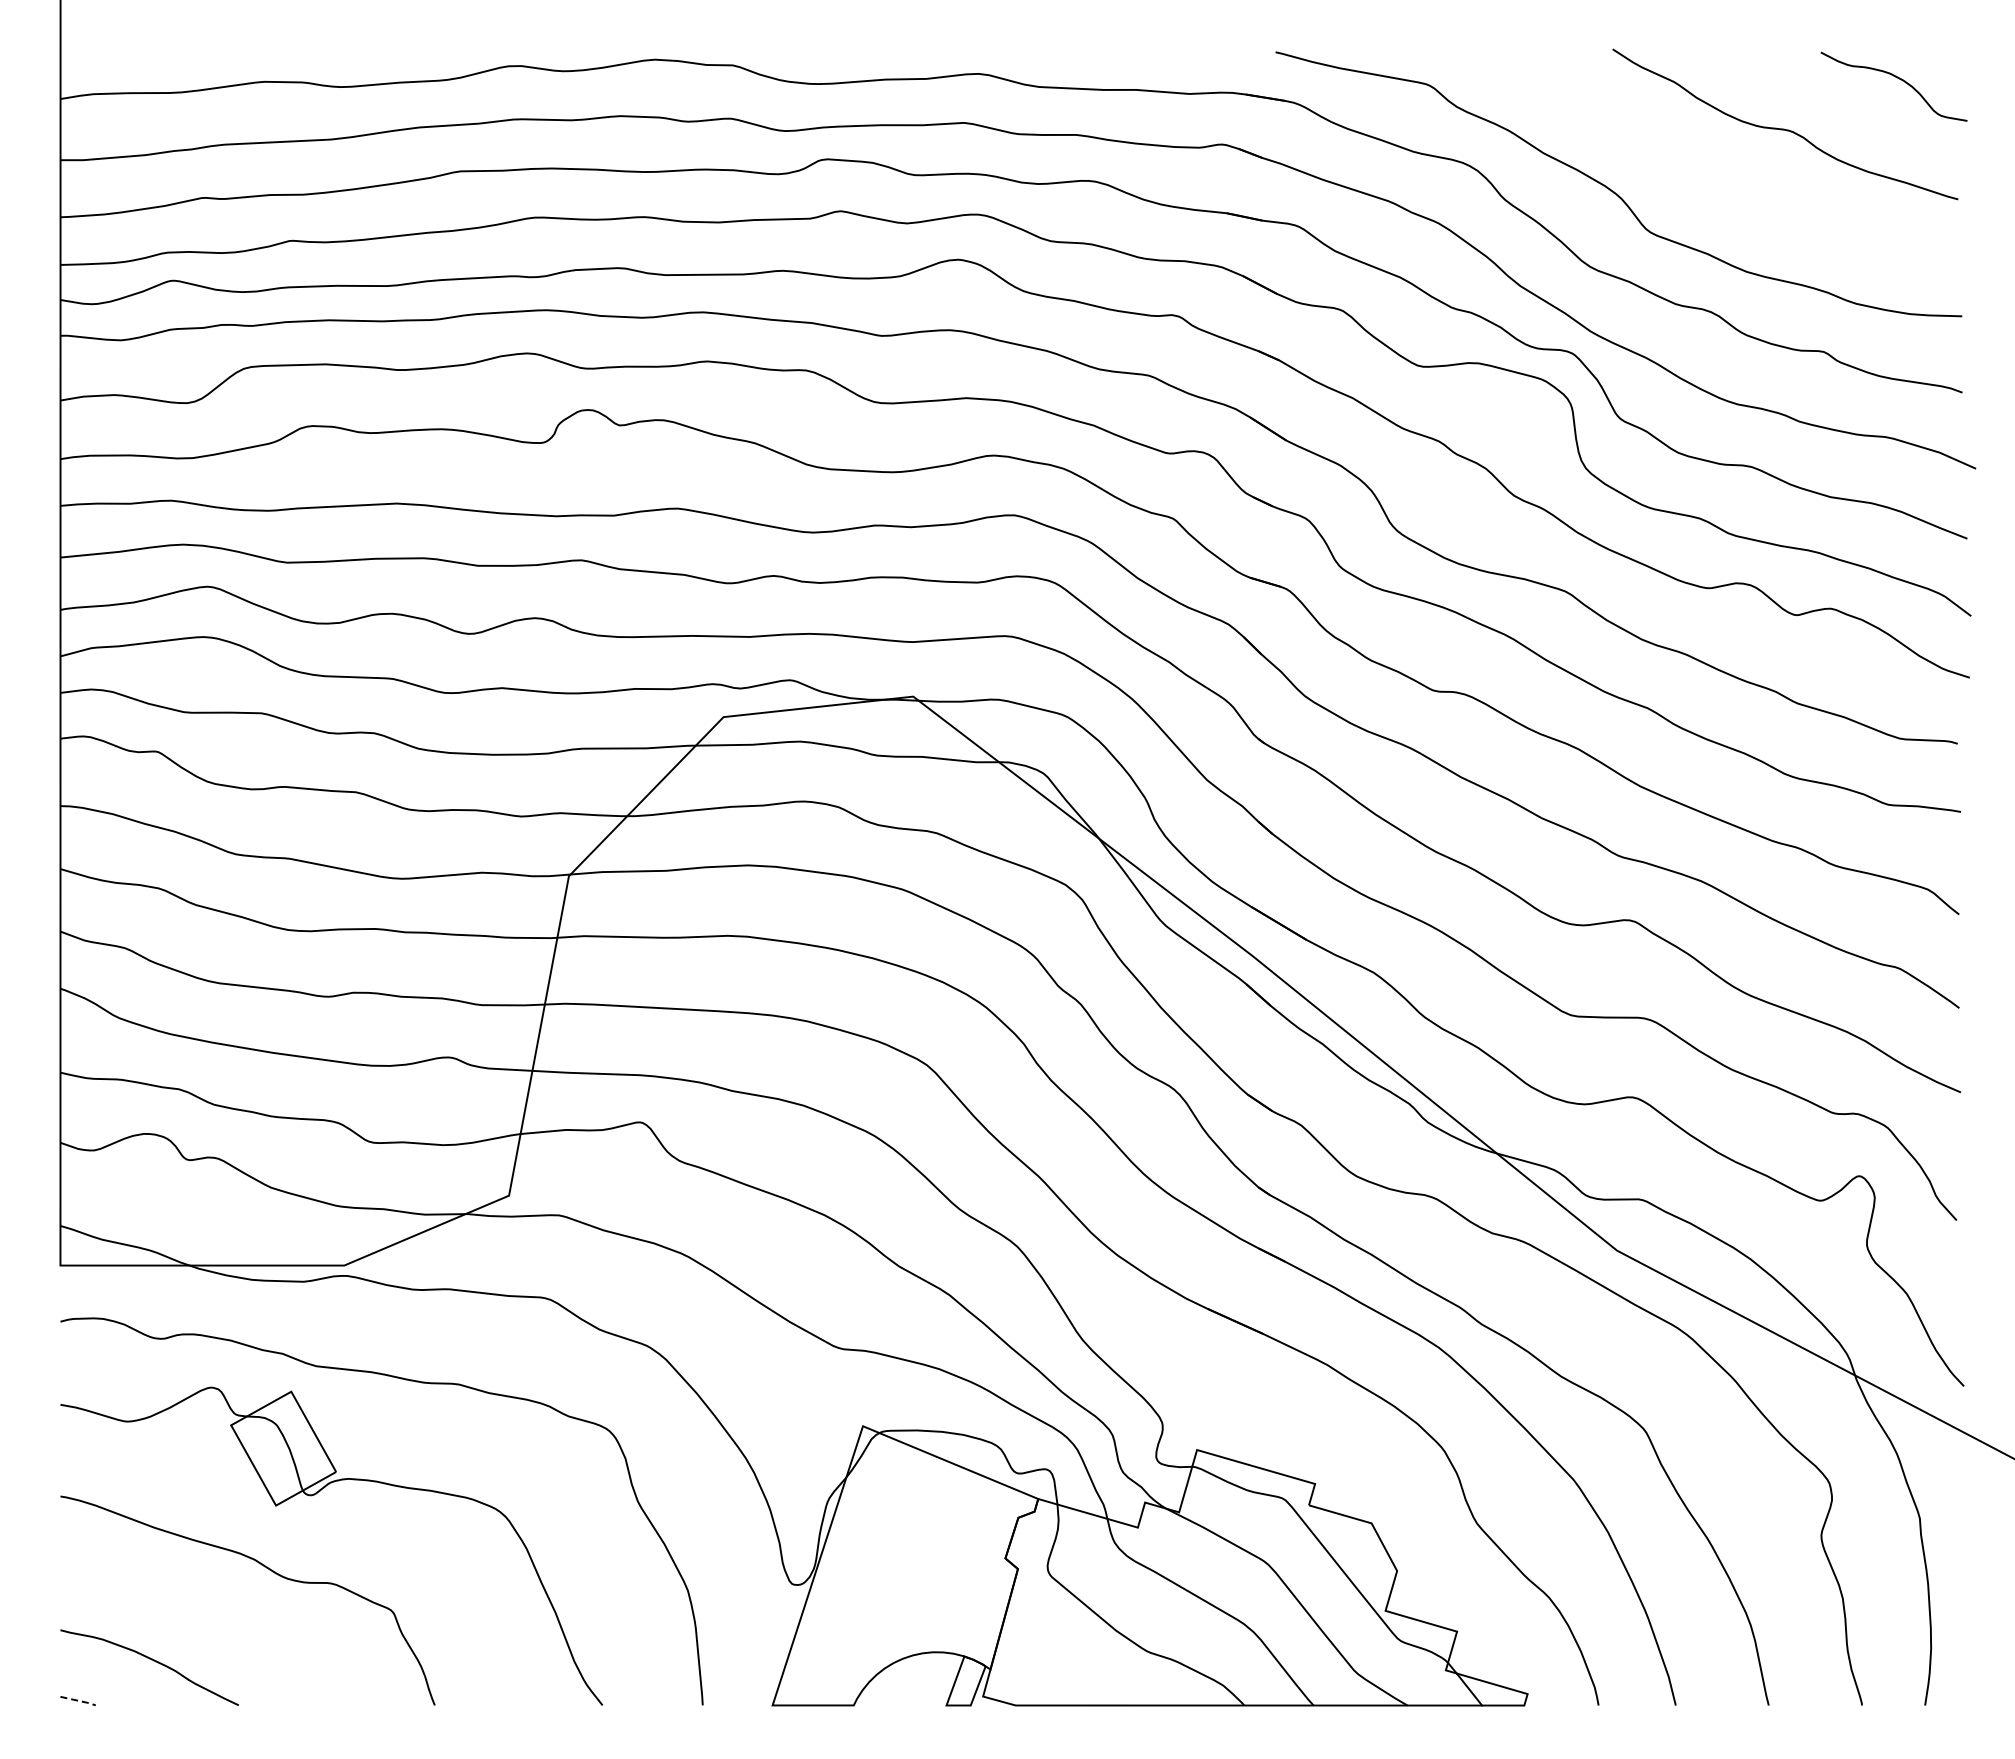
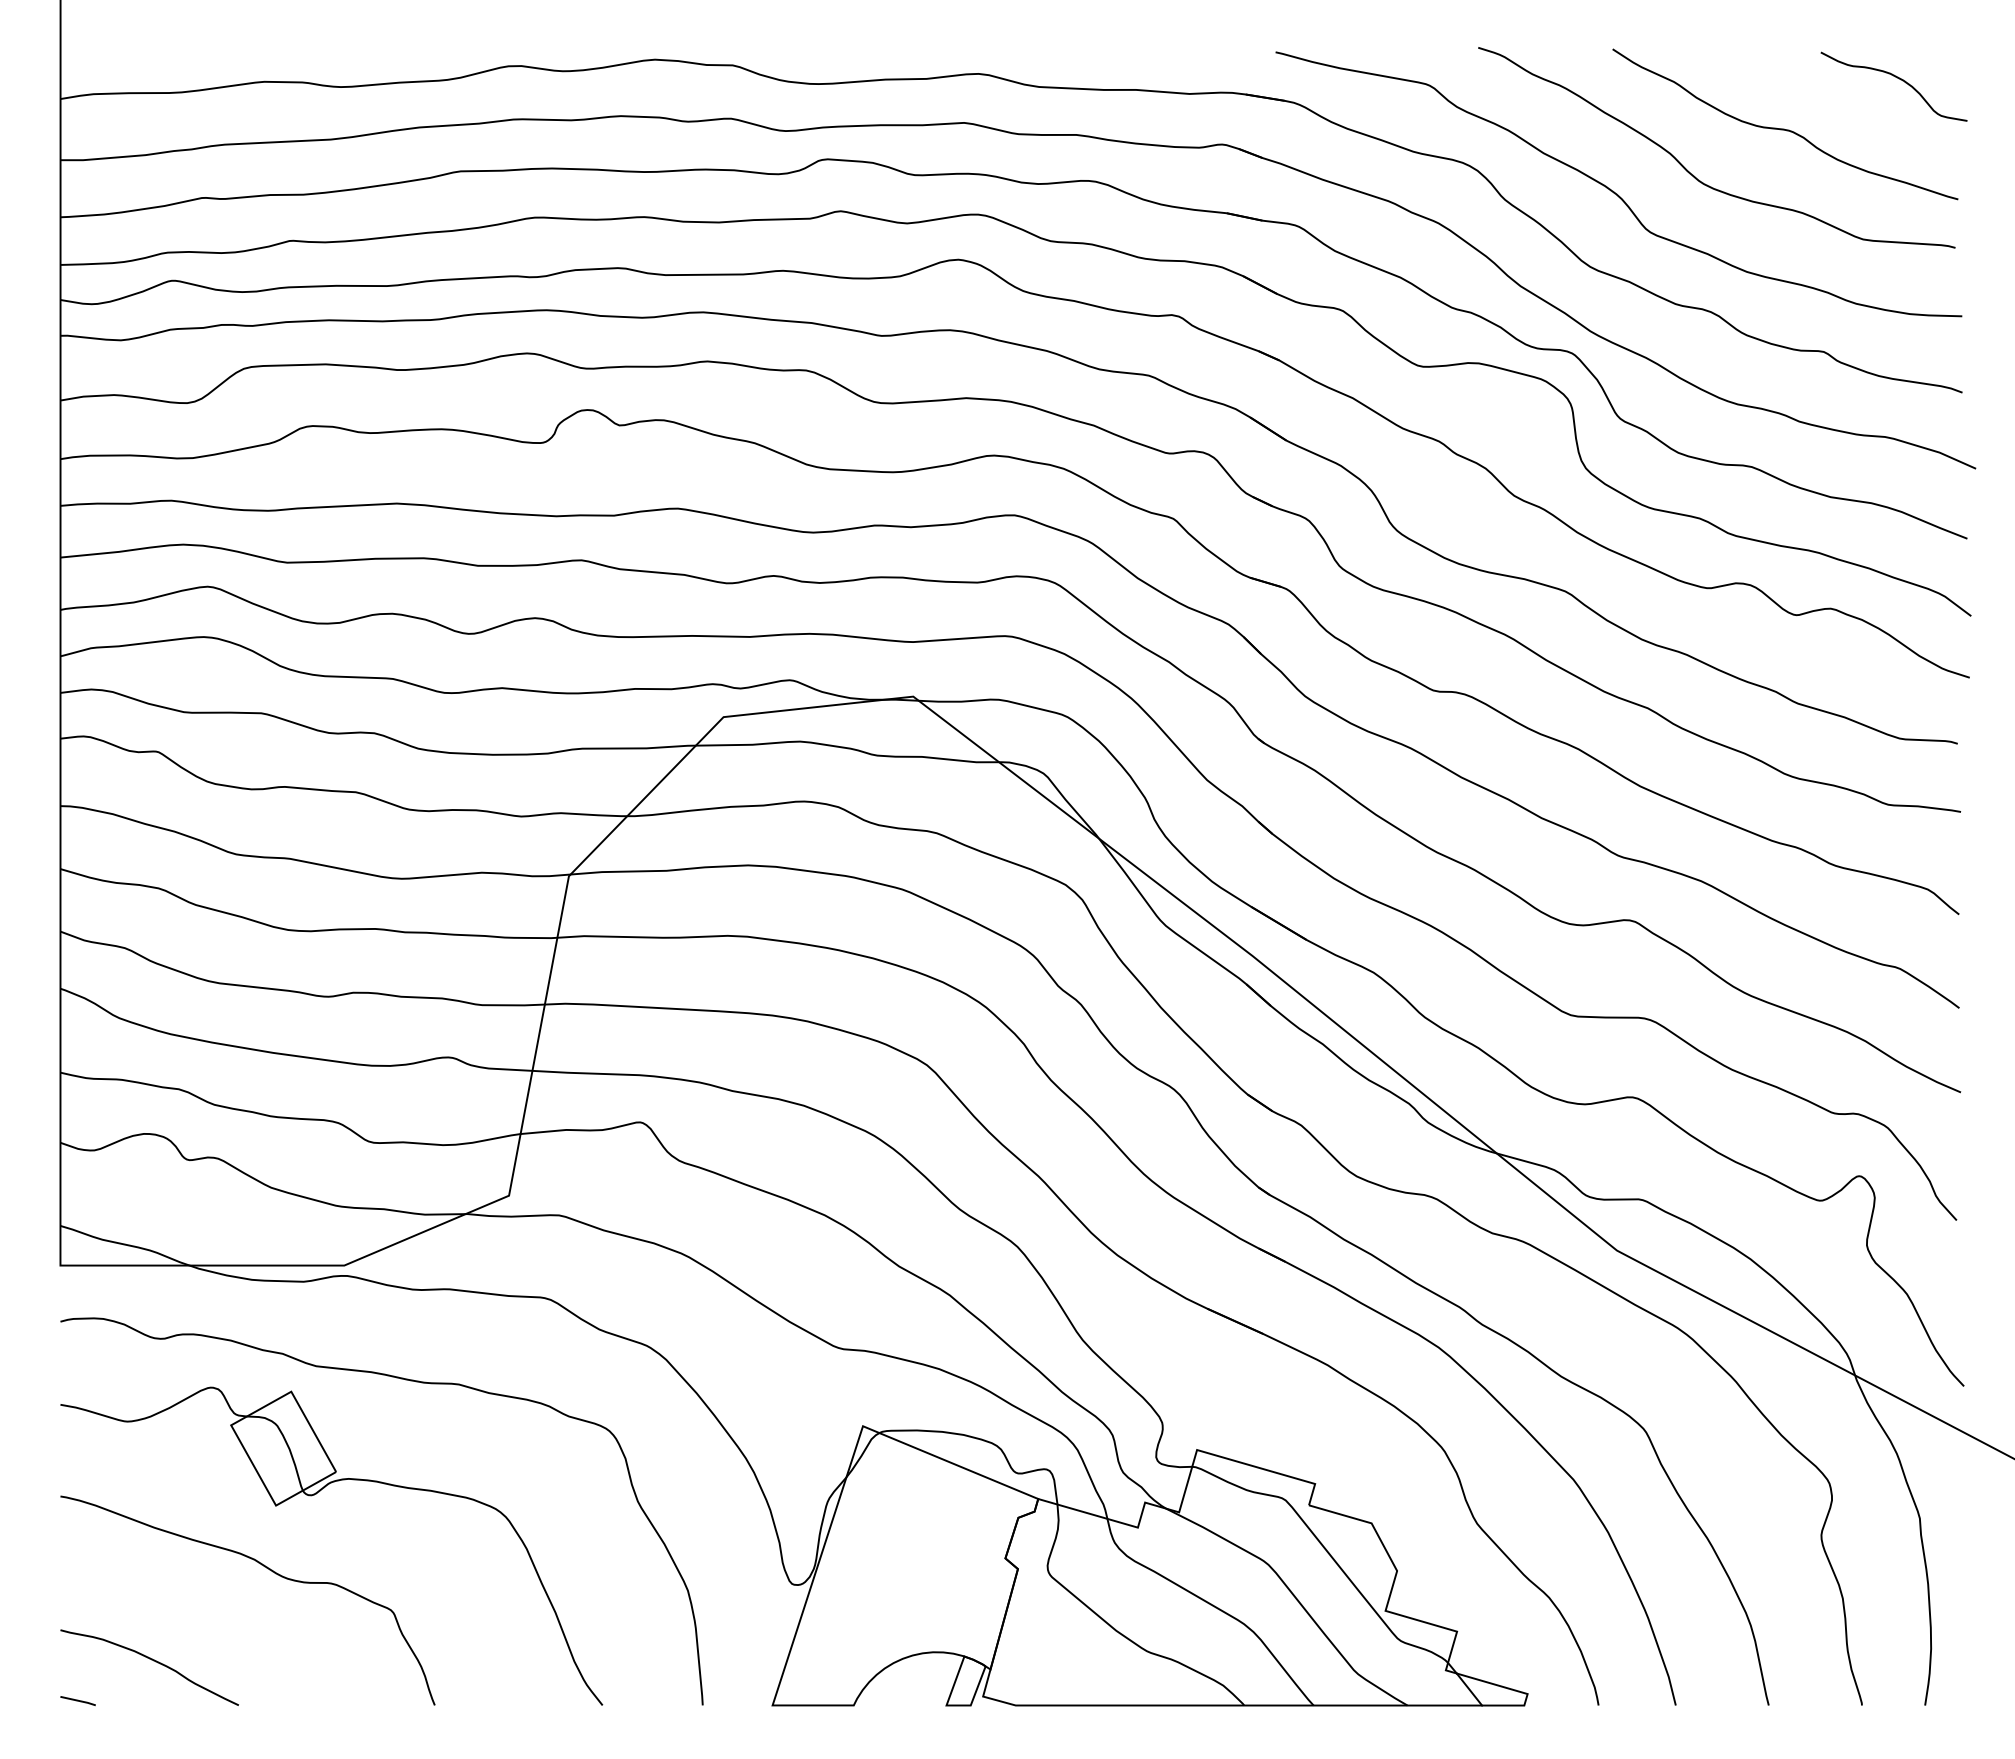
curve at (1693, 174): none -> present
line at (79, 1701): dashed -> solid
